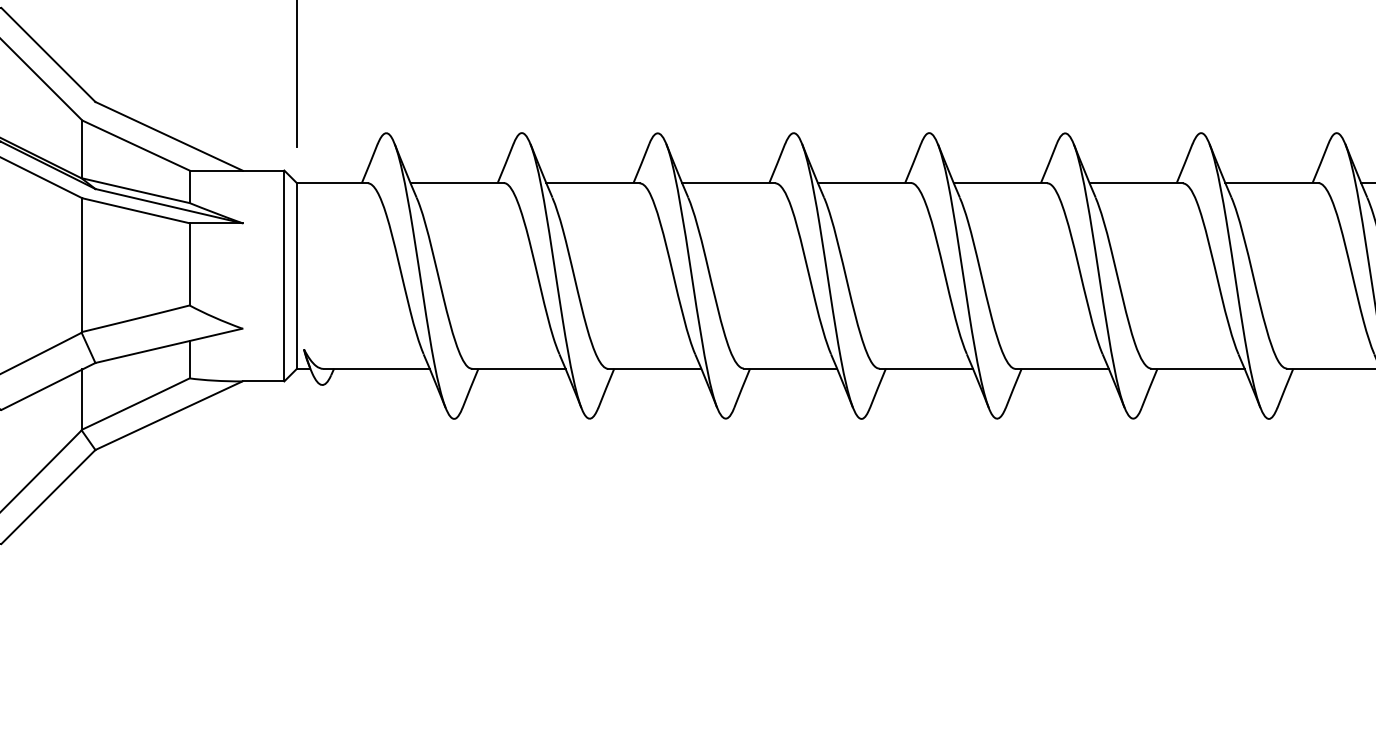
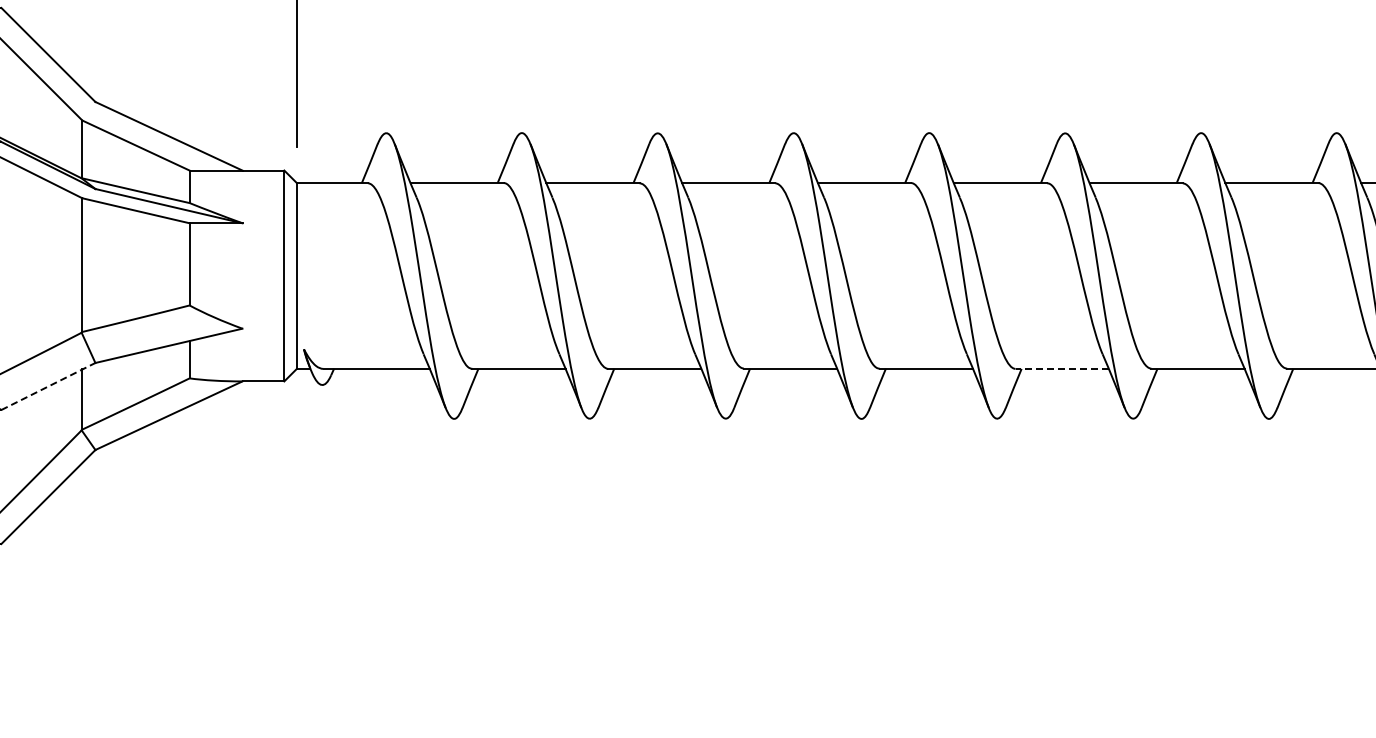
line at (1062, 368): solid -> dashed
line at (48, 386): solid -> dashed
